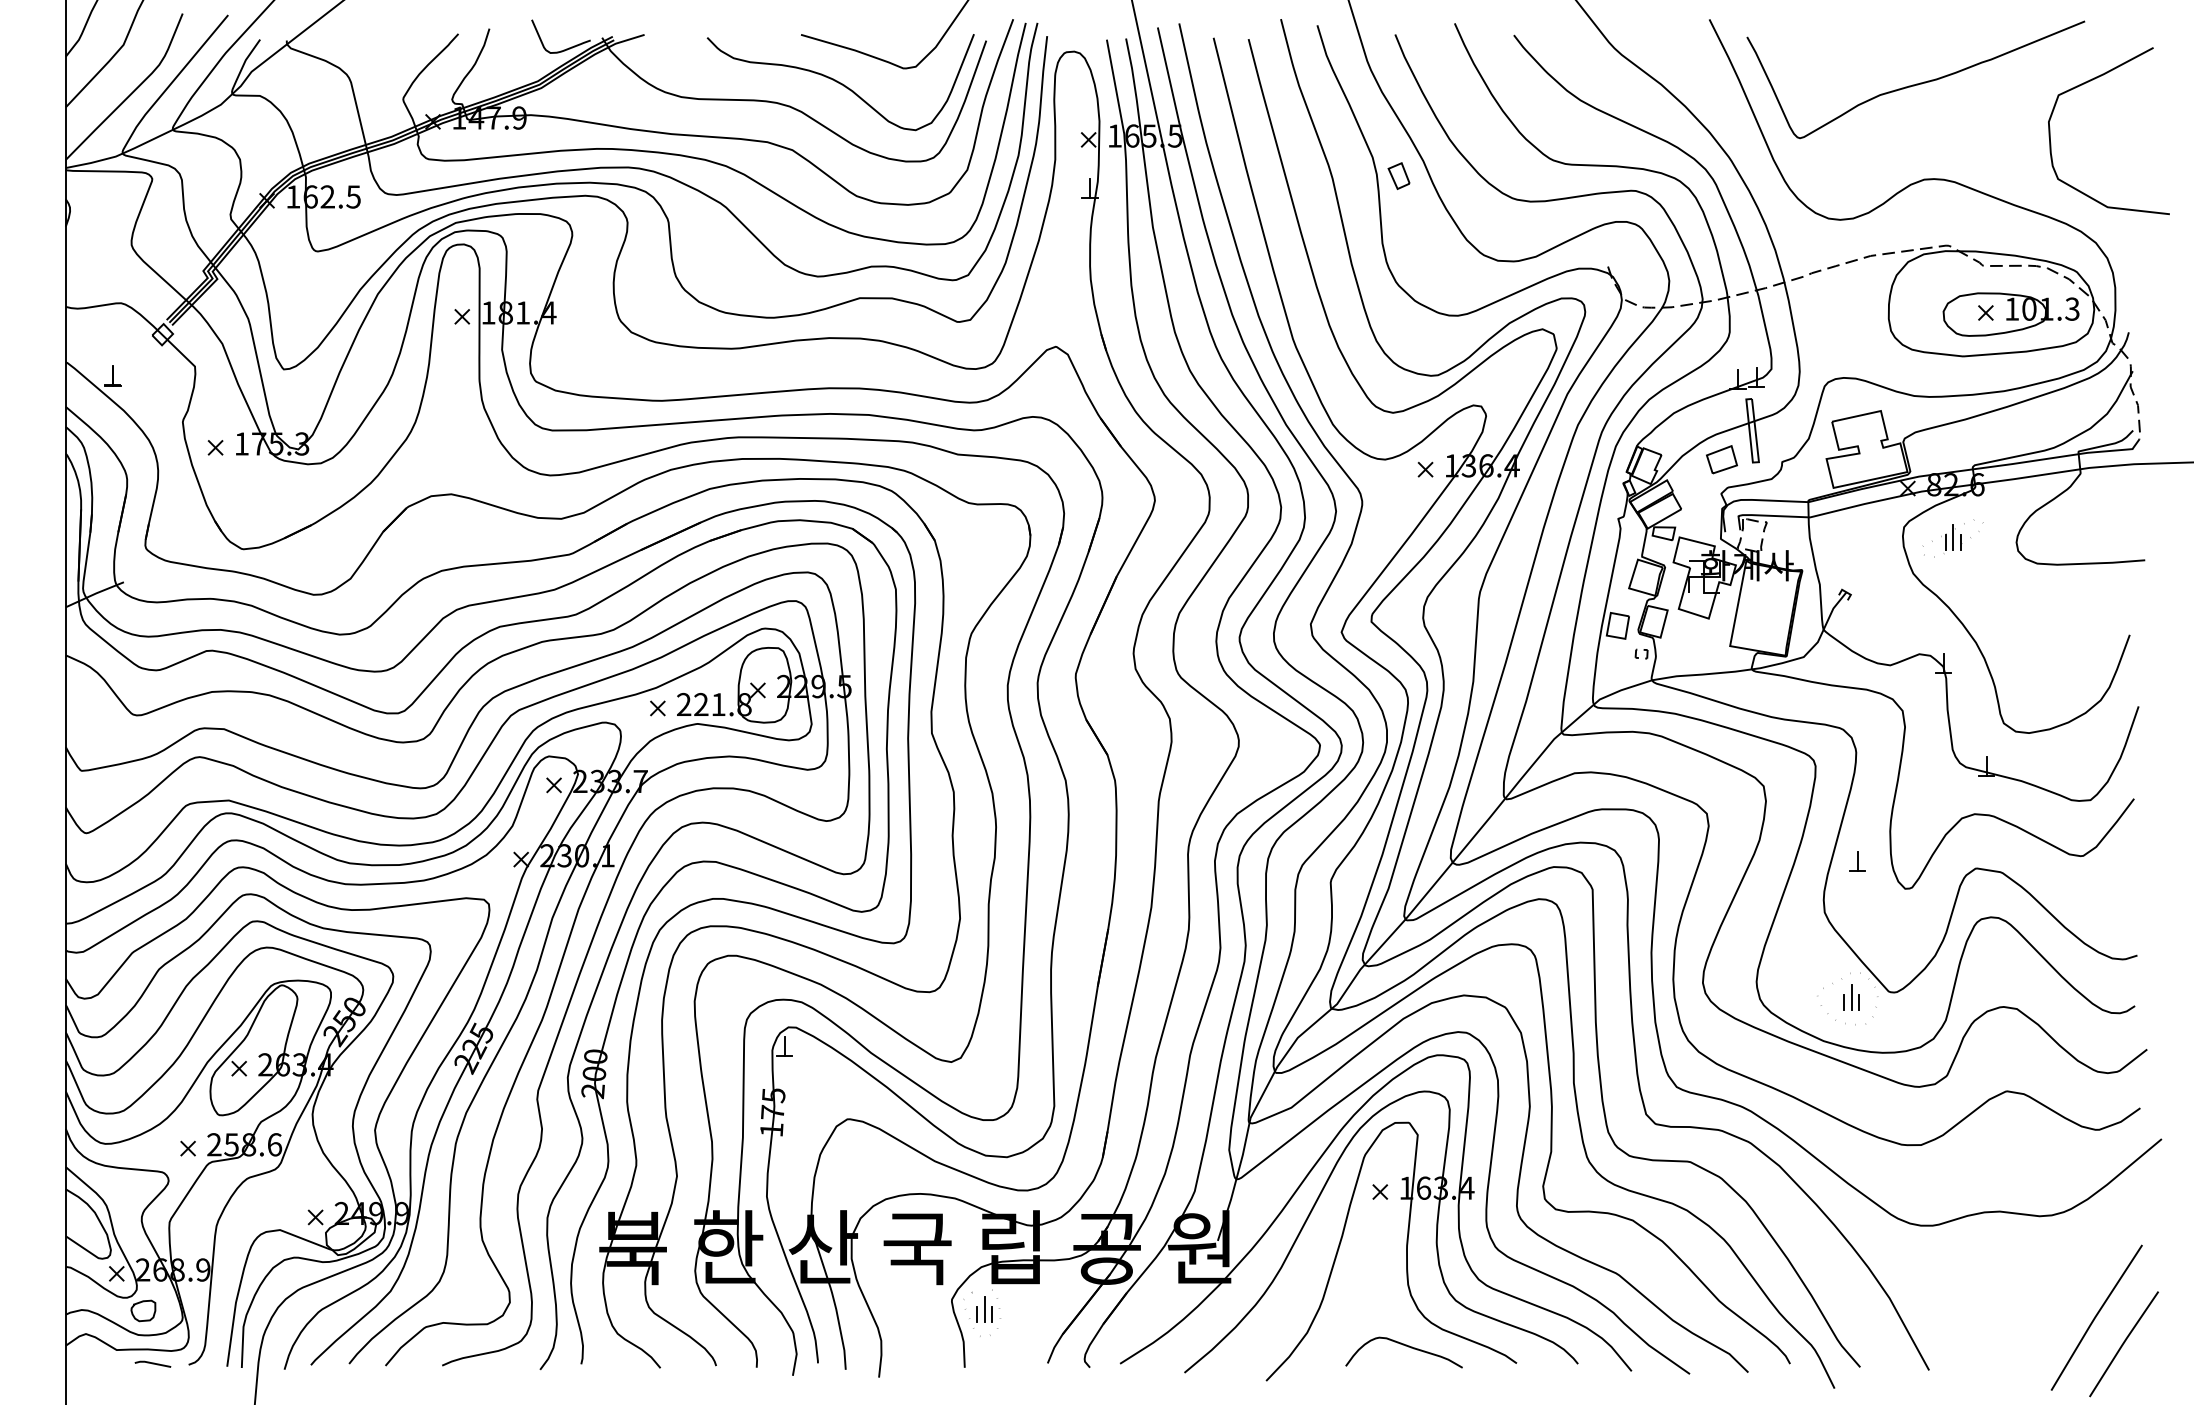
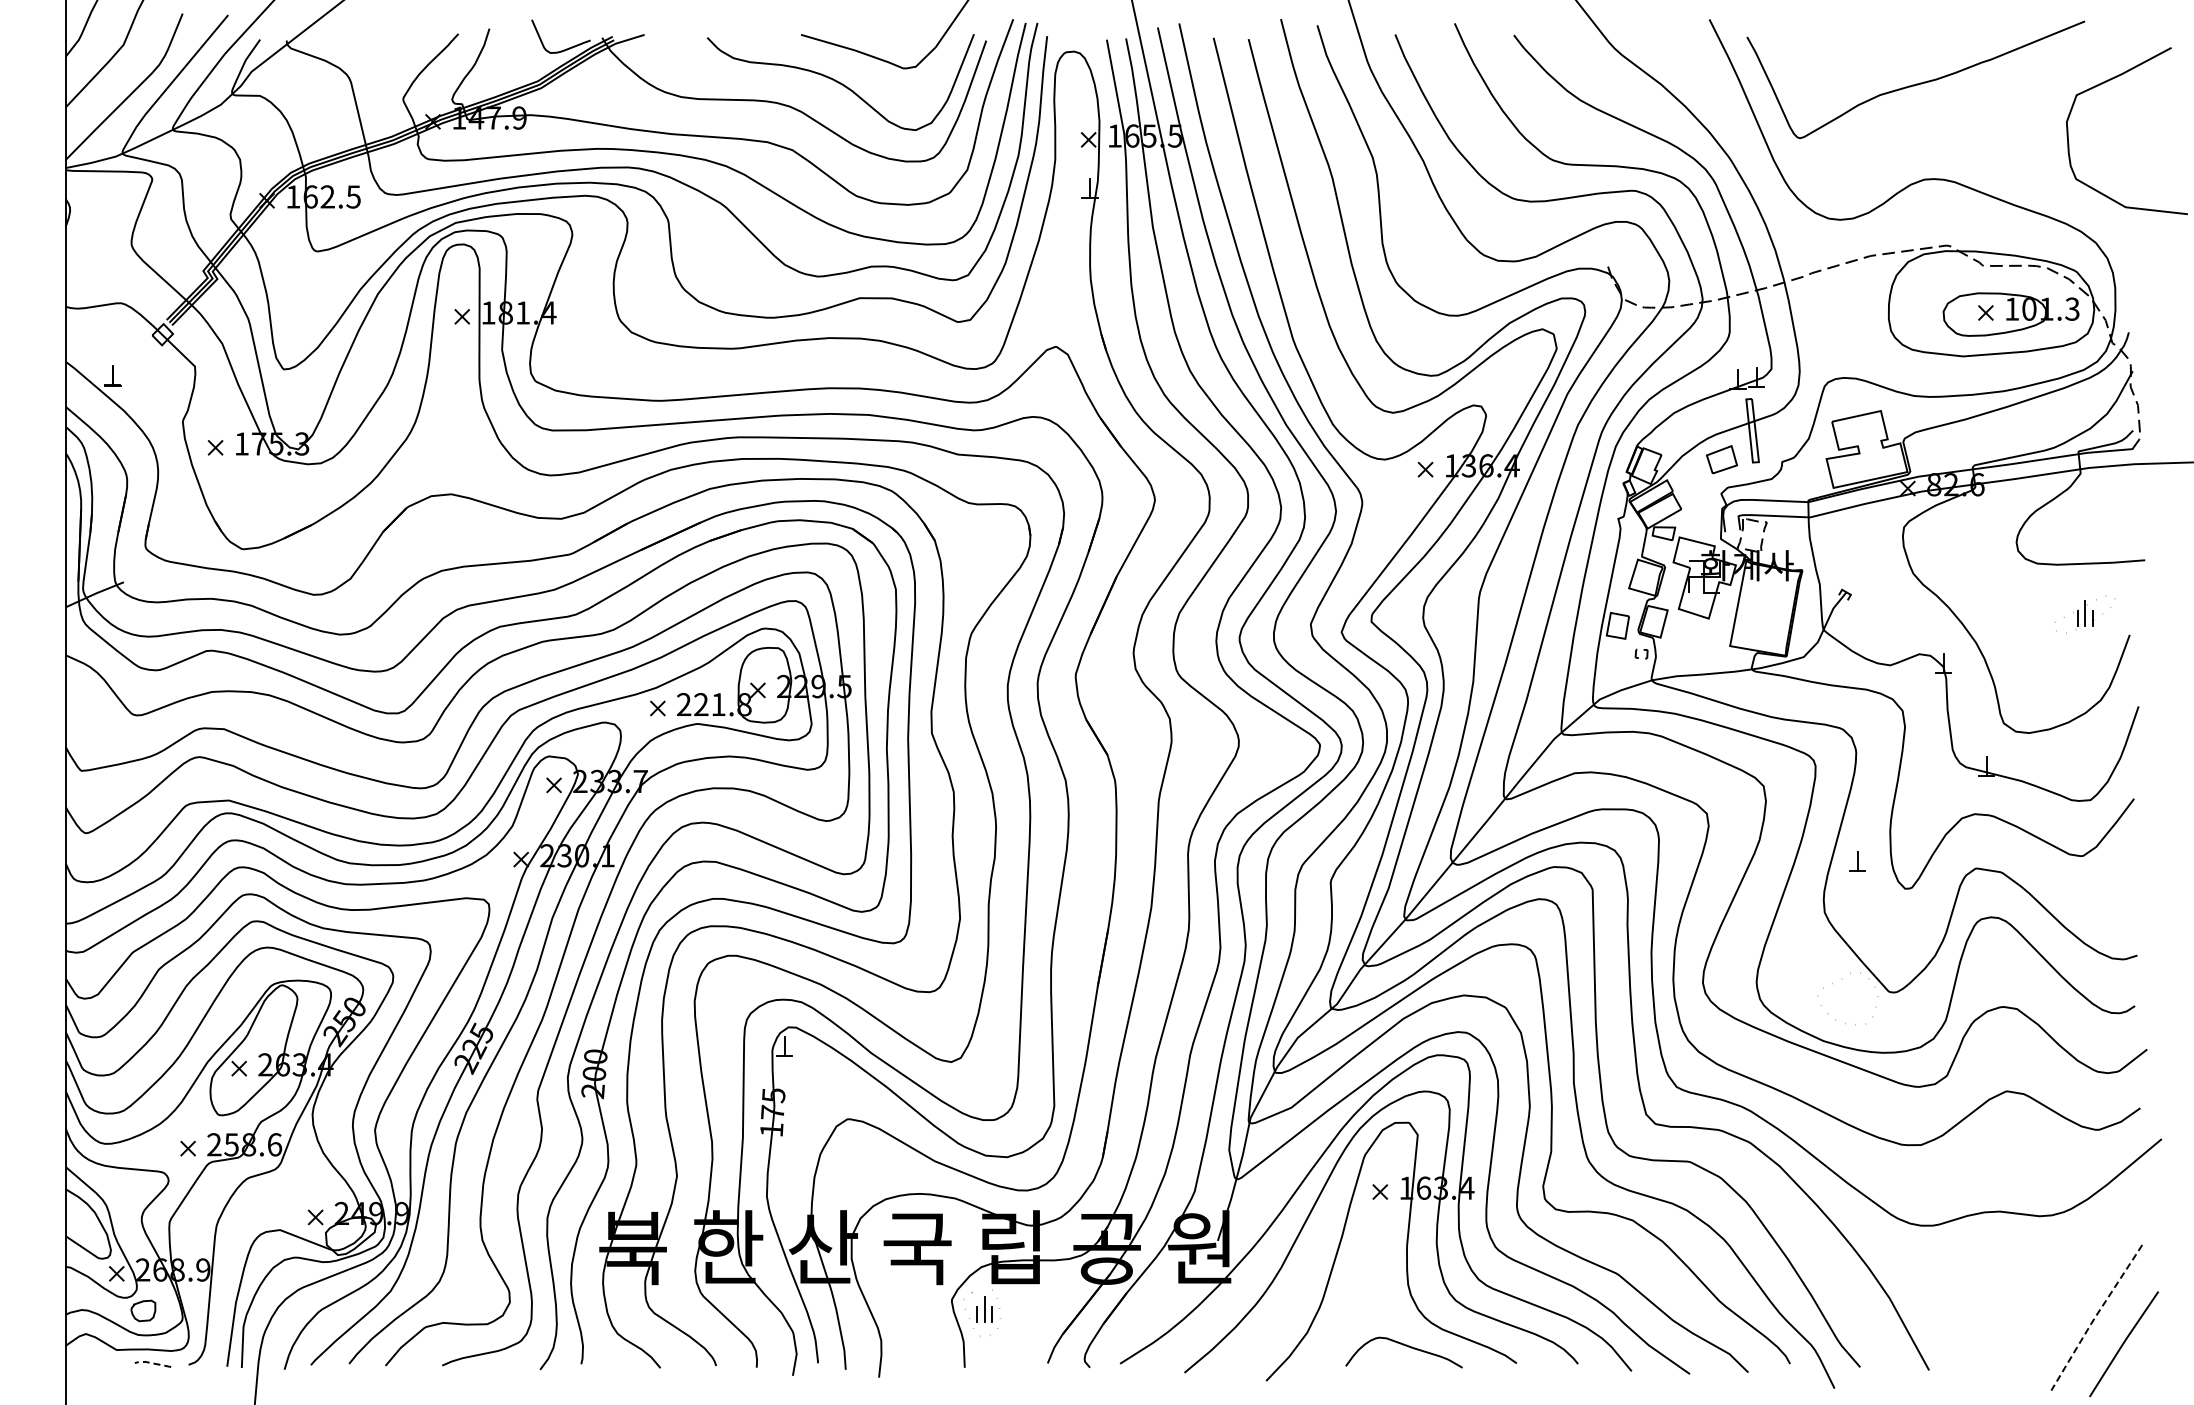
curve at (2084, 84) position: (2084, 84) -> (2102, 84)
part at (1398, 175): present -> none
part at (1952, 538) position: (1952, 538) -> (2084, 614)
part at (1851, 997): present -> none
line at (2095, 1317): solid -> dashed
line at (151, 1363): solid -> dashed
